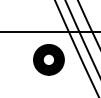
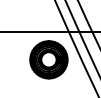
part at (48, 59) size: 32x32 px -> 40x40 px
